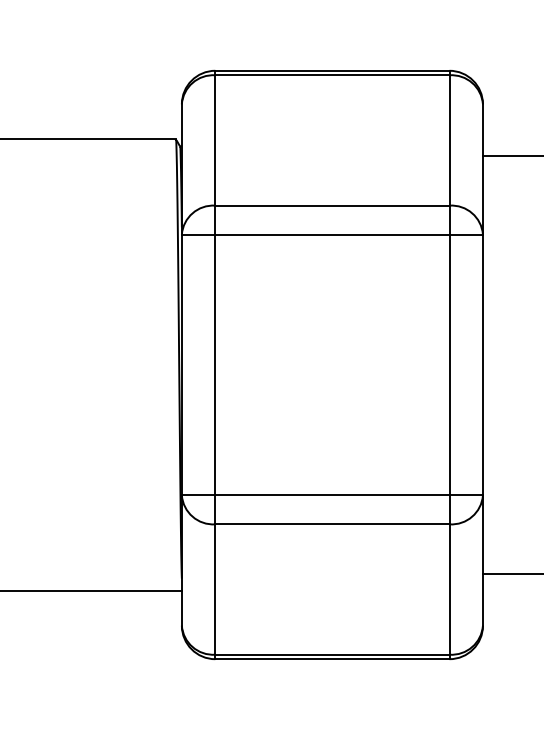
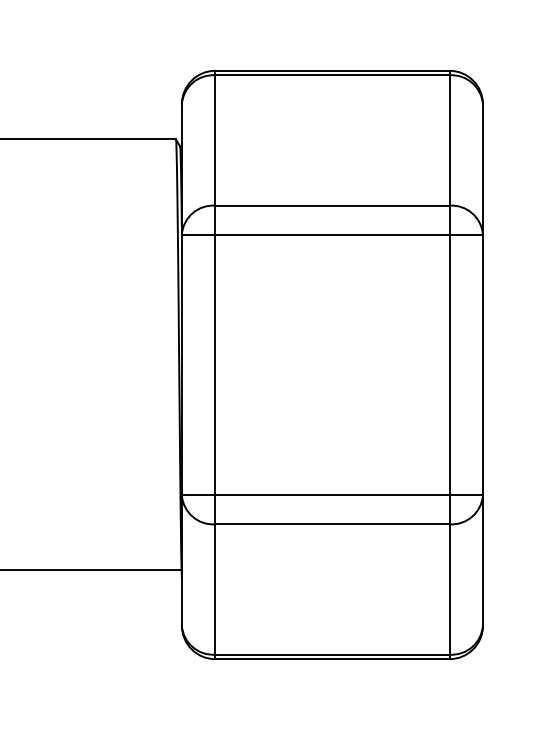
line at (511, 155): present -> none
line at (511, 574): present -> none
line at (91, 590) position: (91, 590) -> (91, 569)
